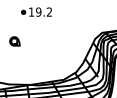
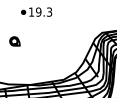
text at (49, 12): 19.2 -> 19.3
